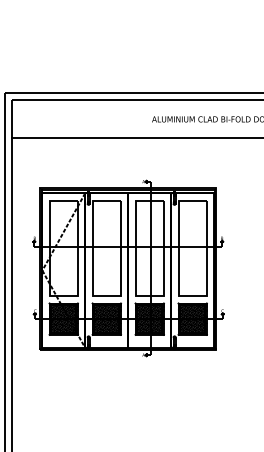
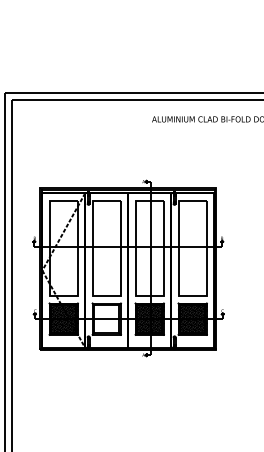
line at (136, 138): present -> none
hatch at (106, 318): present -> none
